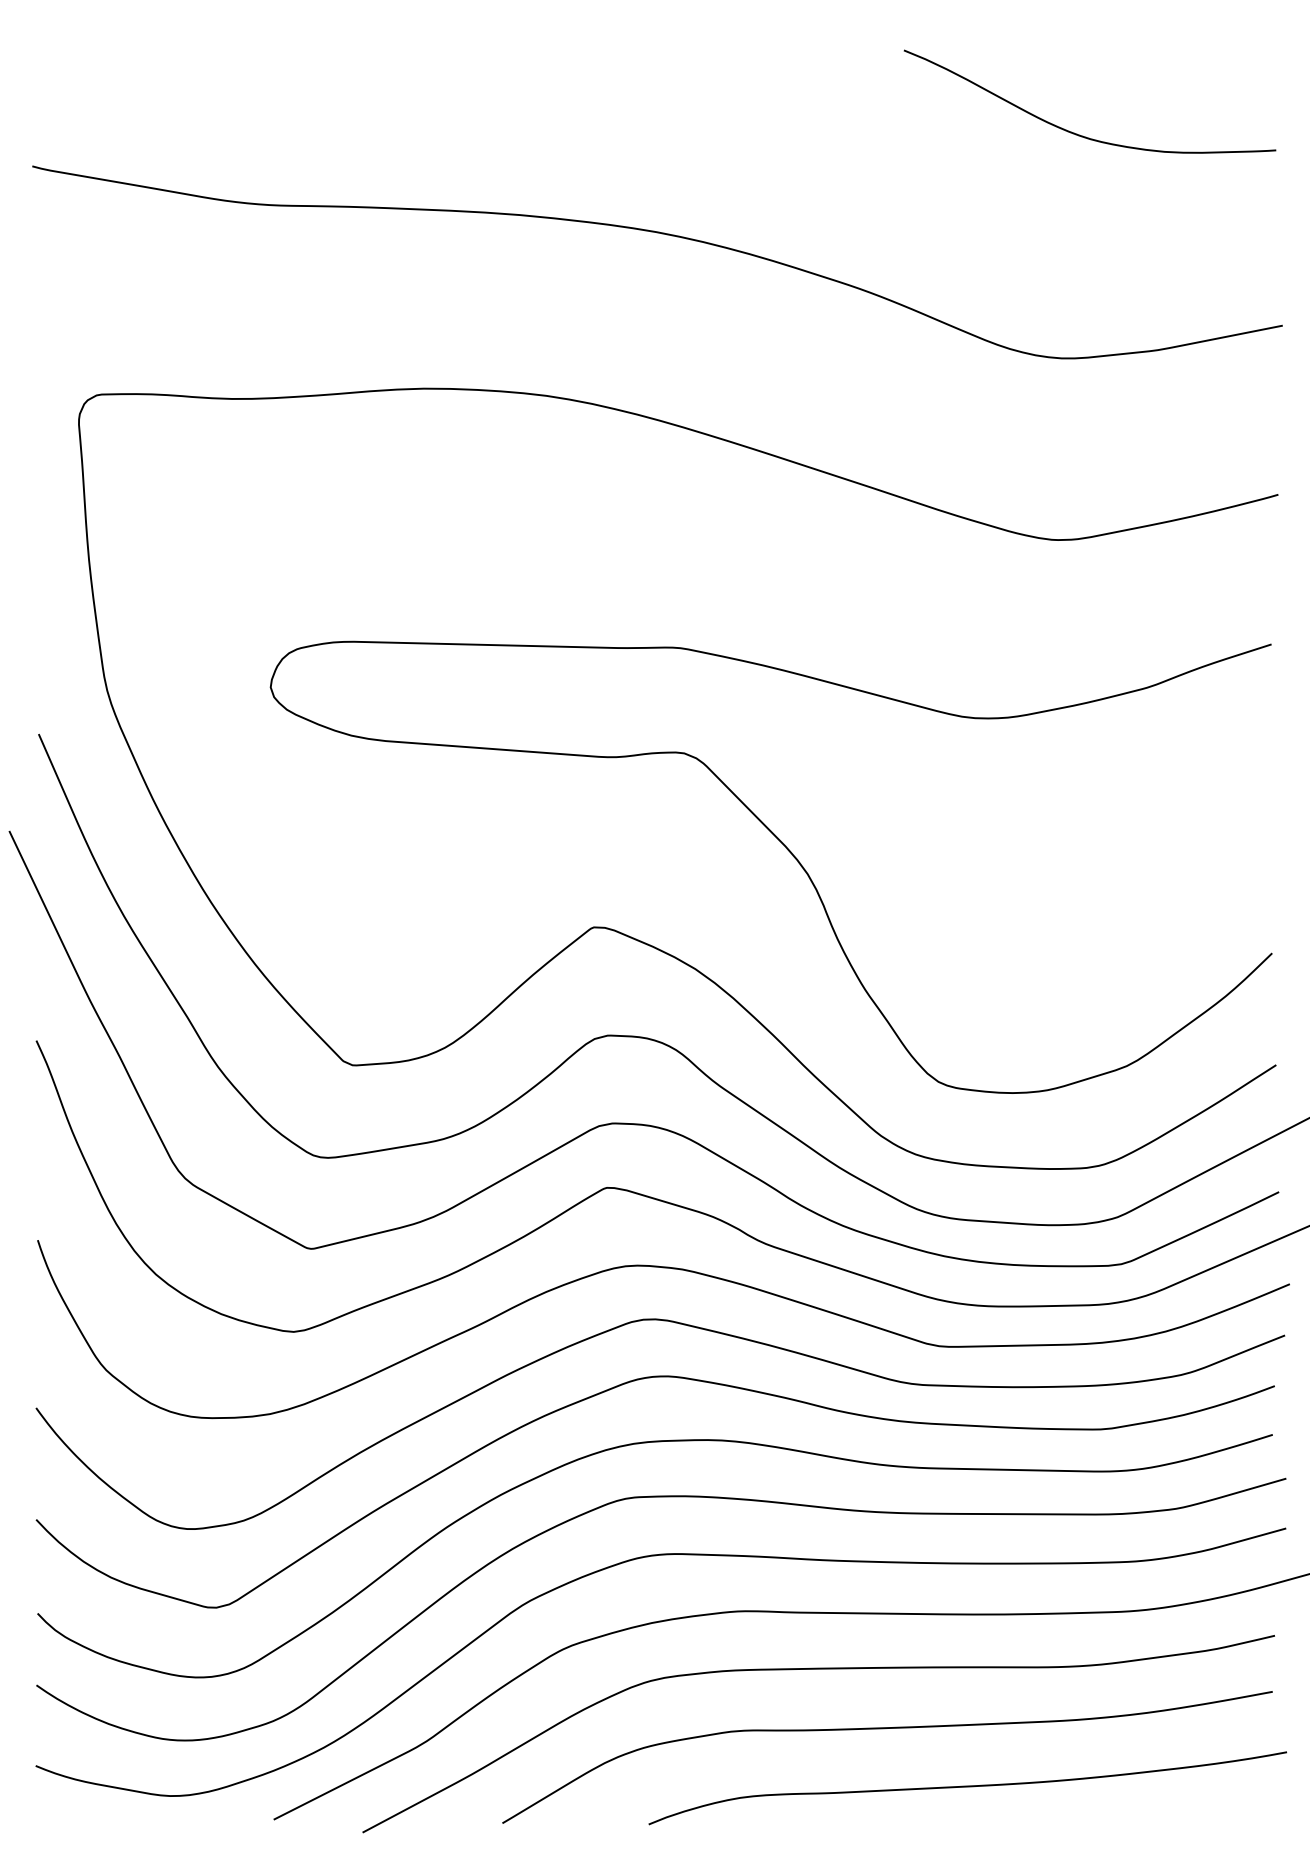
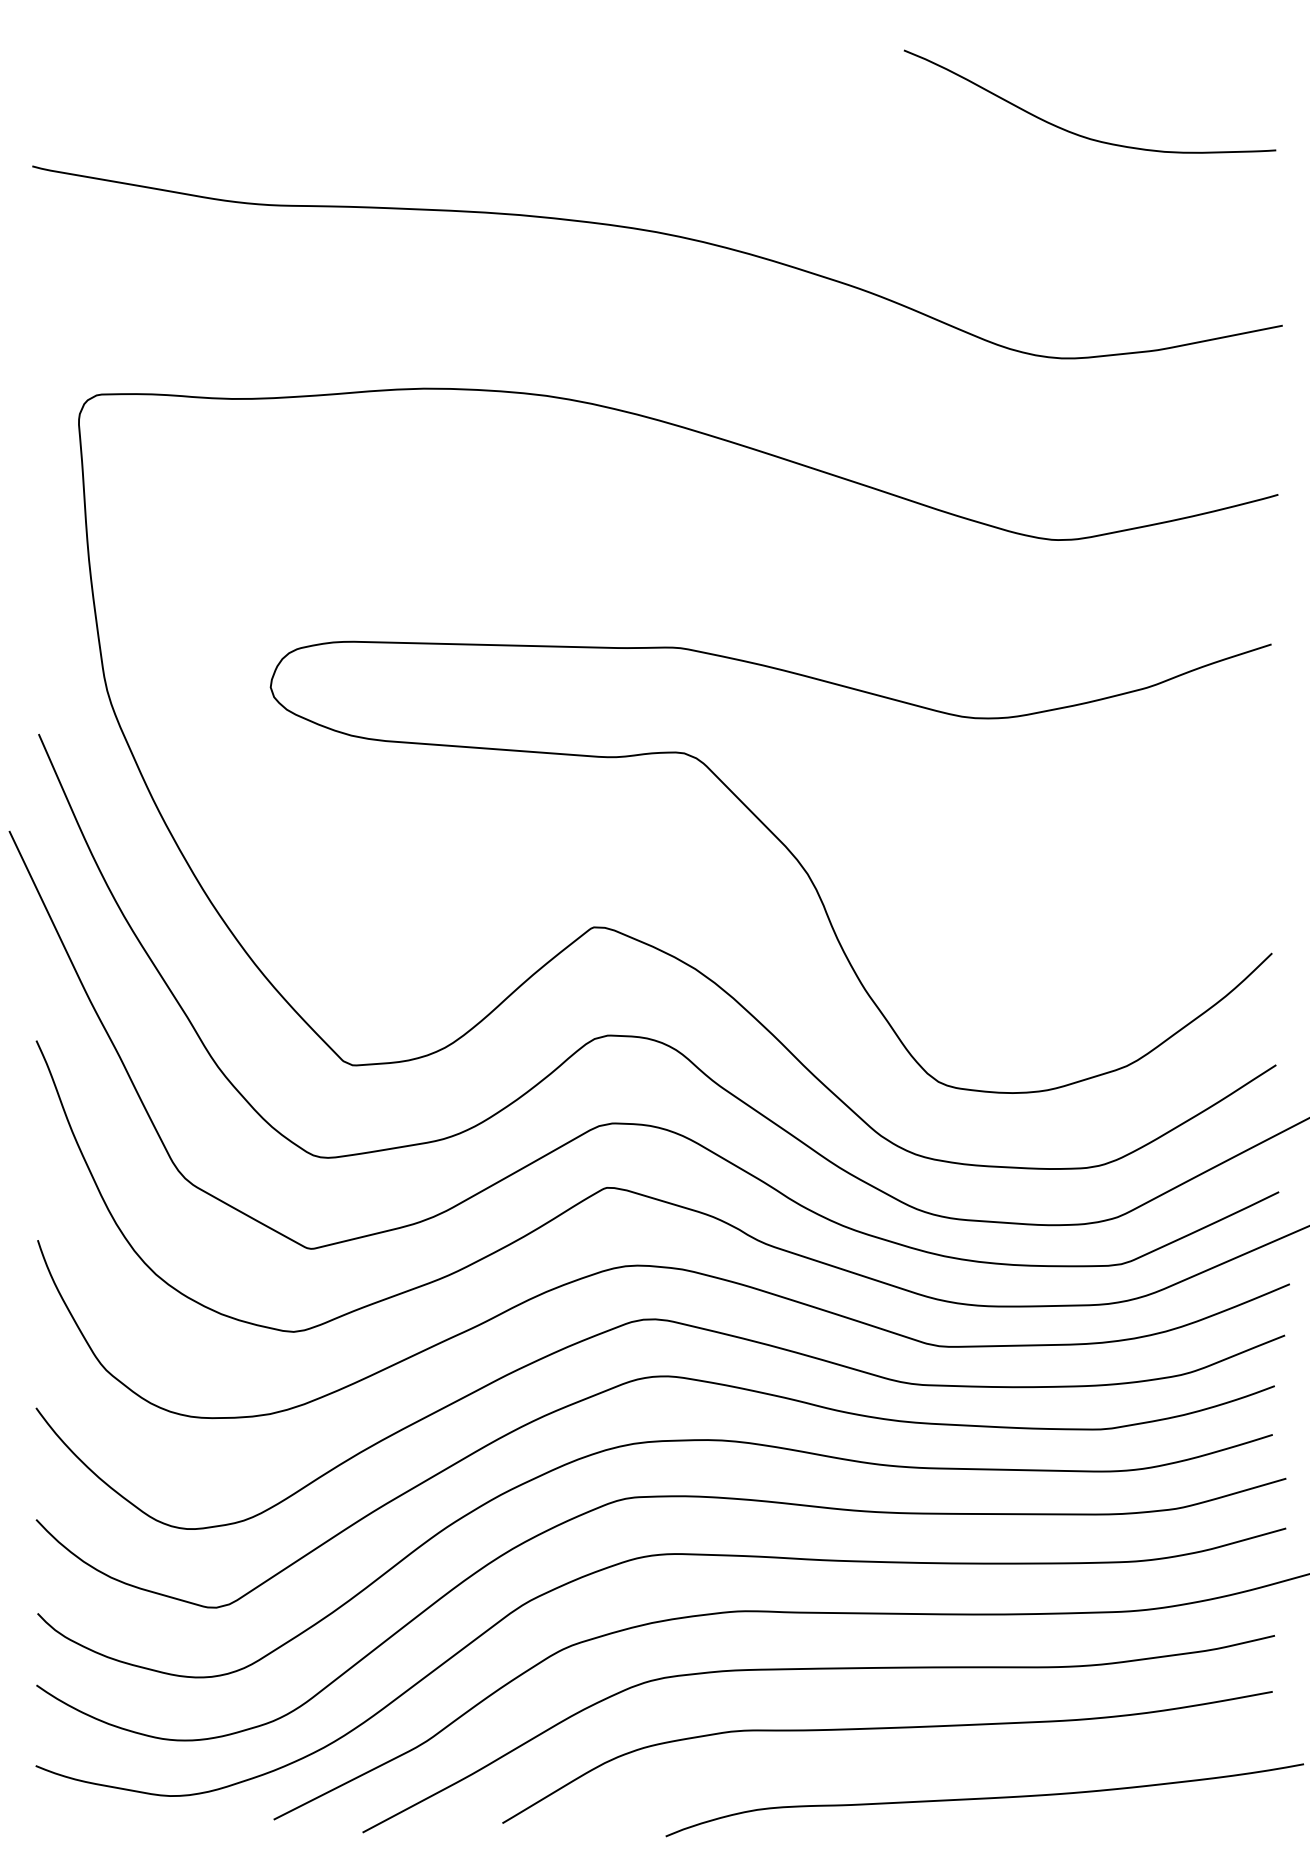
curve at (967, 1787) position: (967, 1787) -> (984, 1799)
